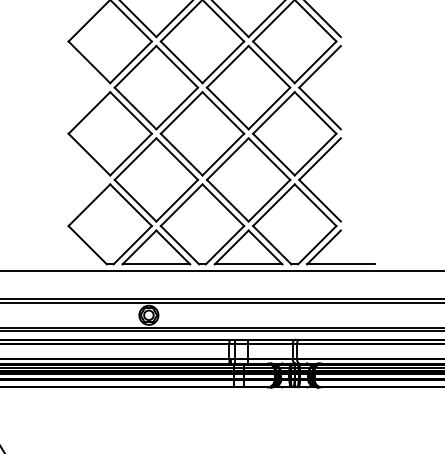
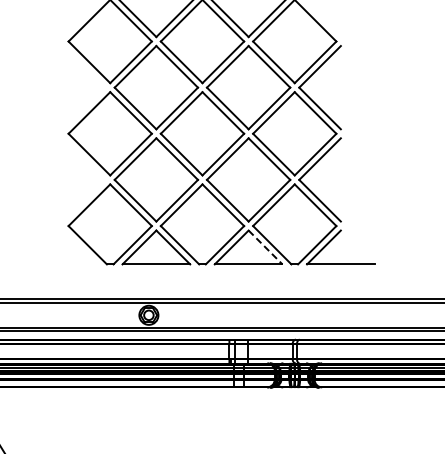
line at (323, 19): present -> none
line at (265, 247): solid -> dashed
line at (221, 270): present -> none
